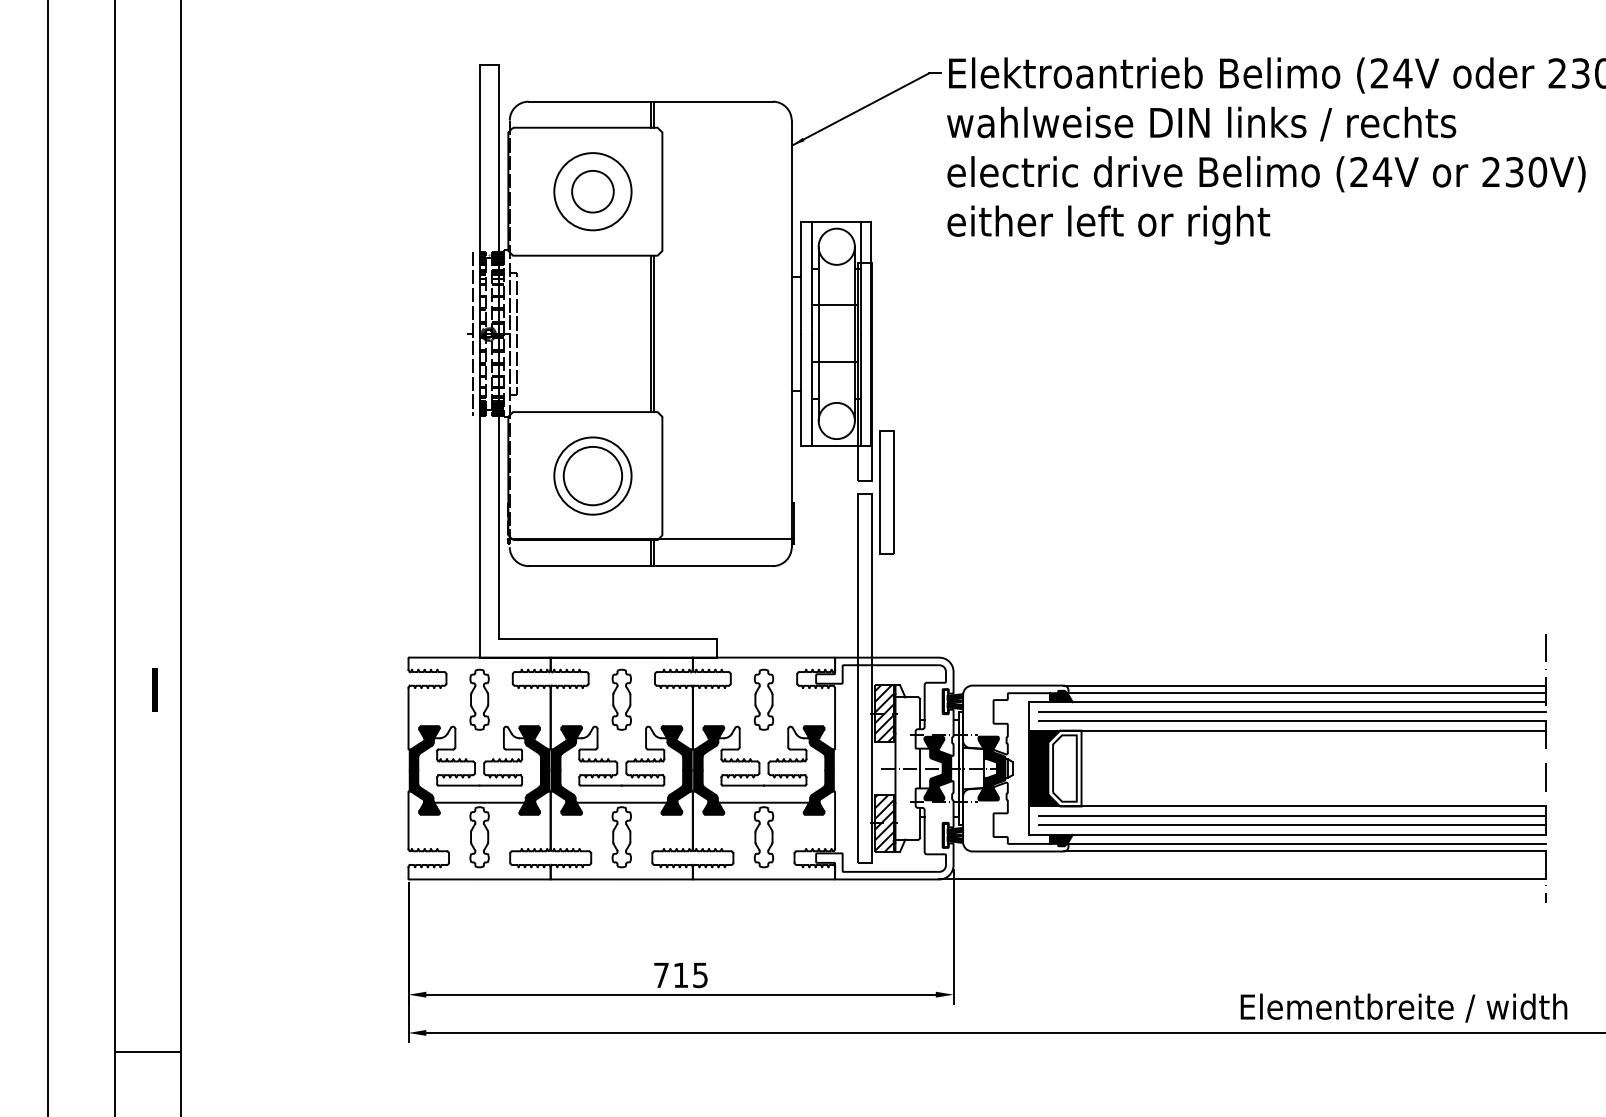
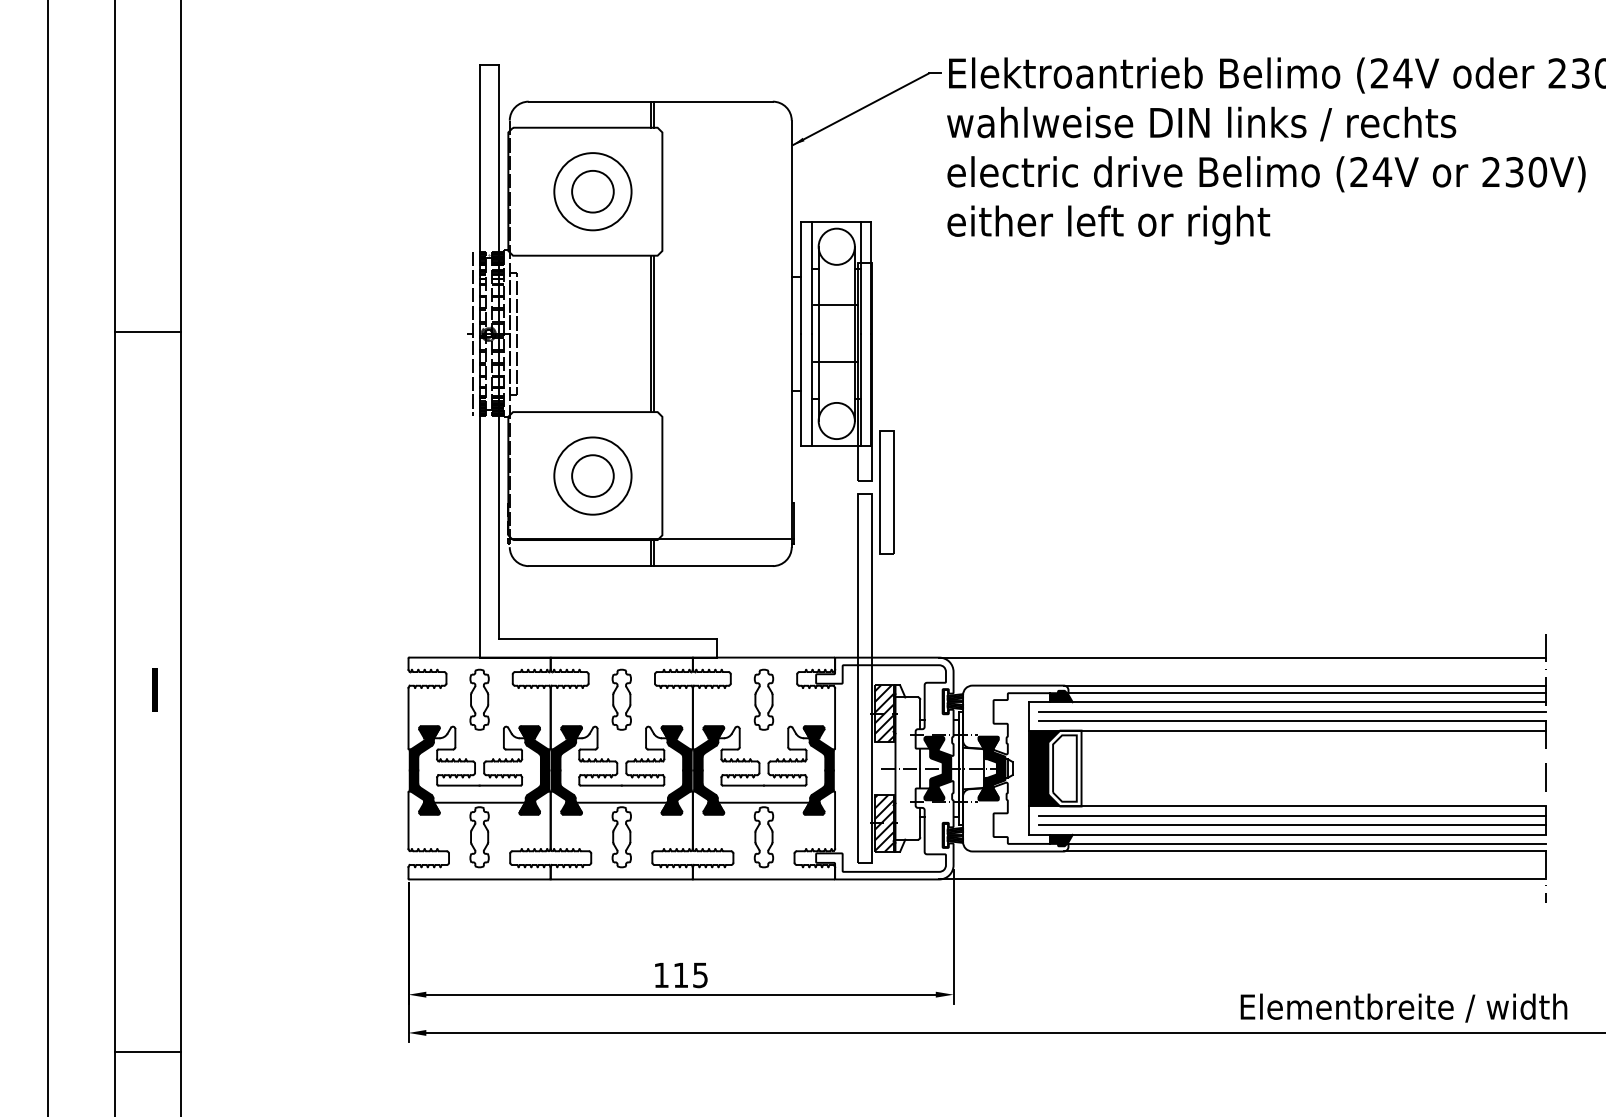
line at (147, 332): none -> present
circle at (592, 475) diameter: 58 px -> 42 px
line at (1242, 657): none -> present
text at (661, 974): 715 -> 115
